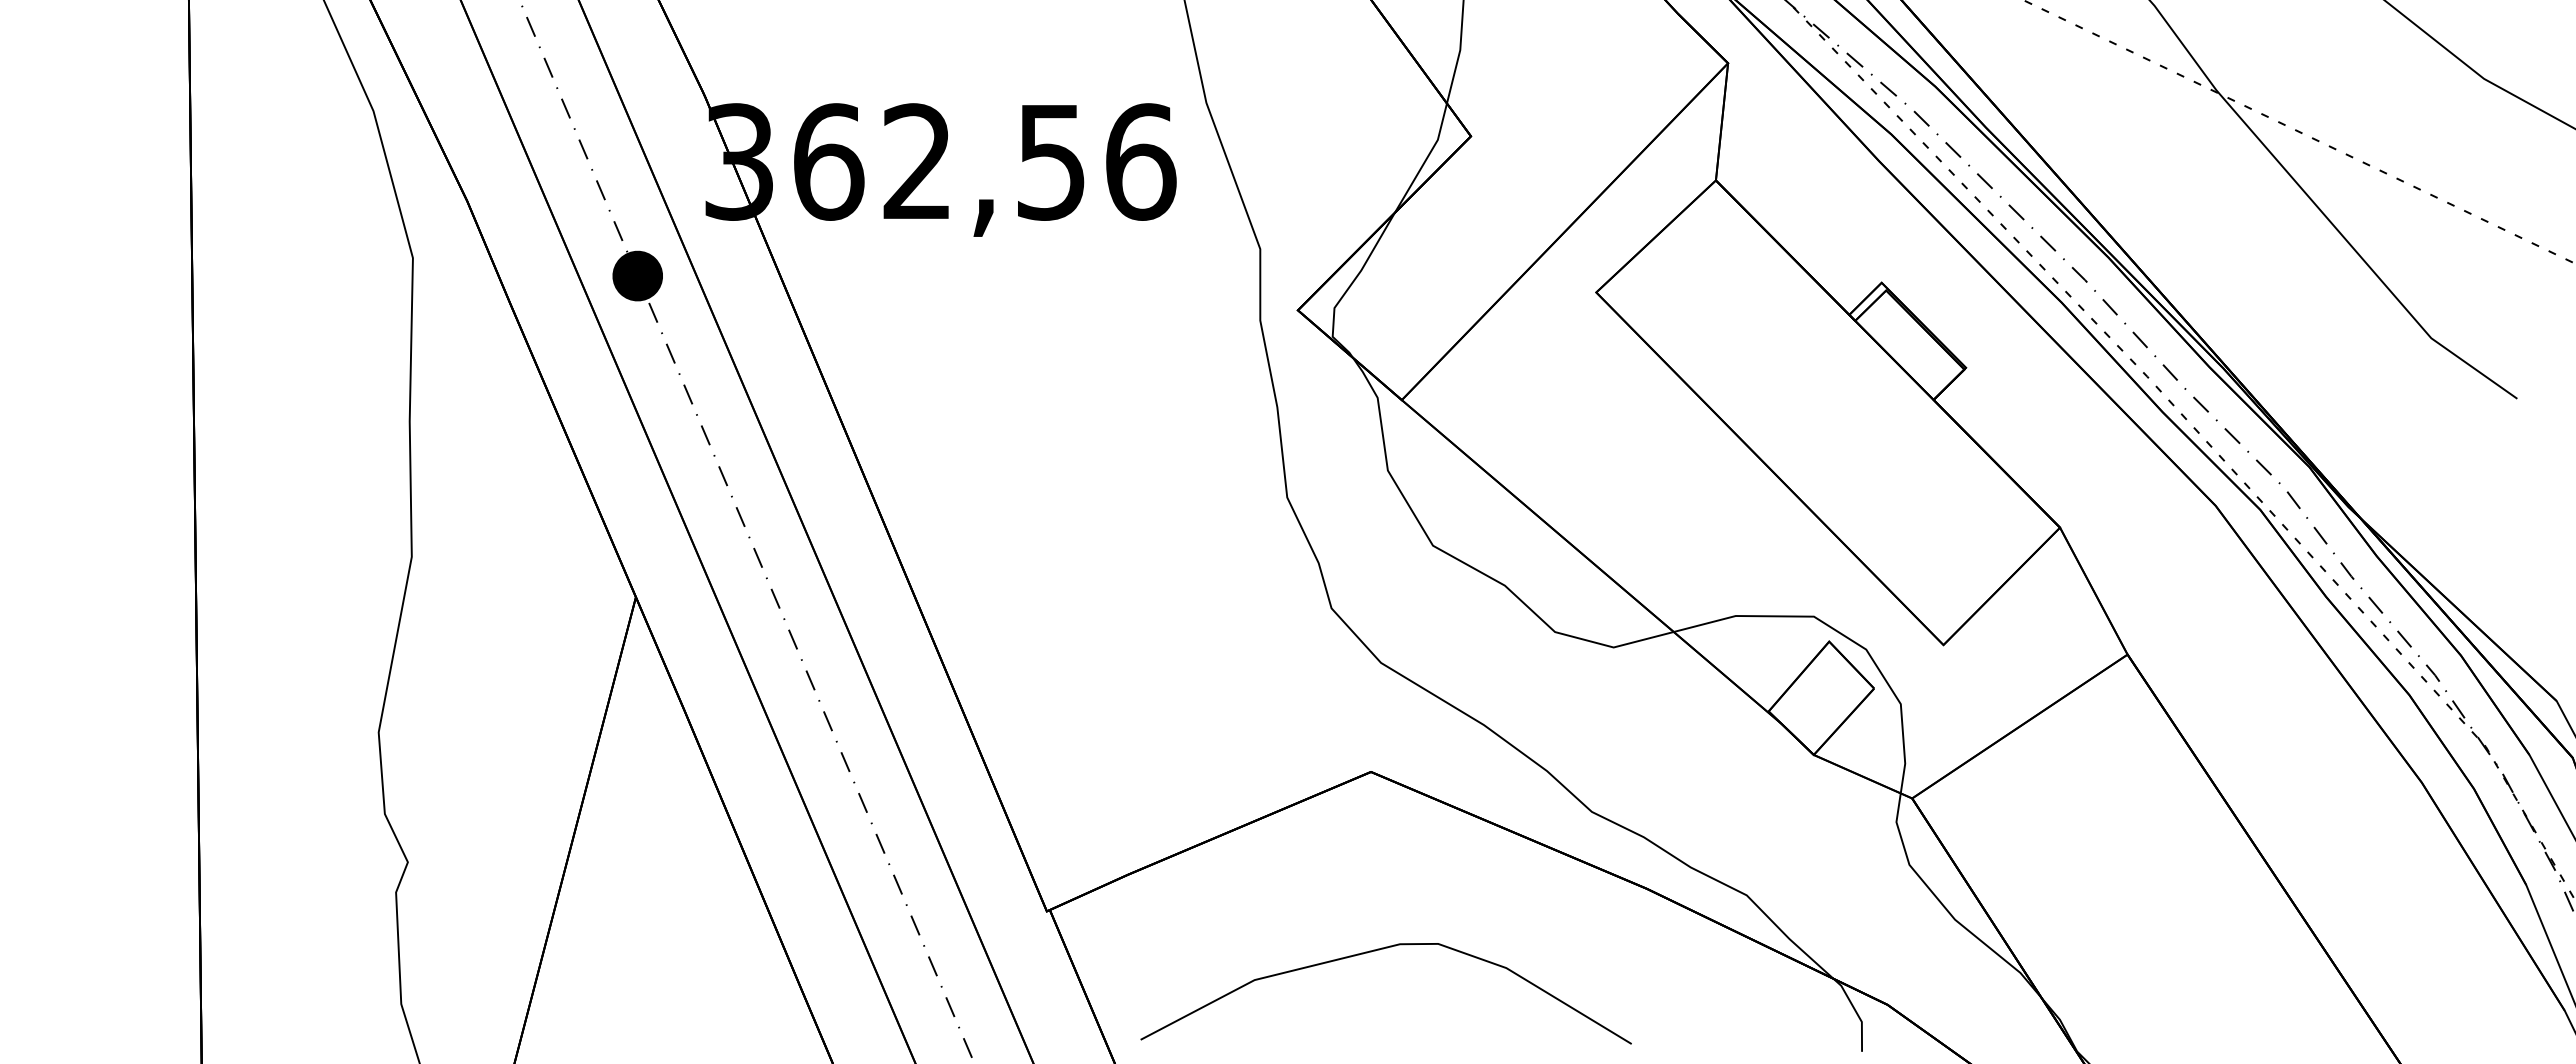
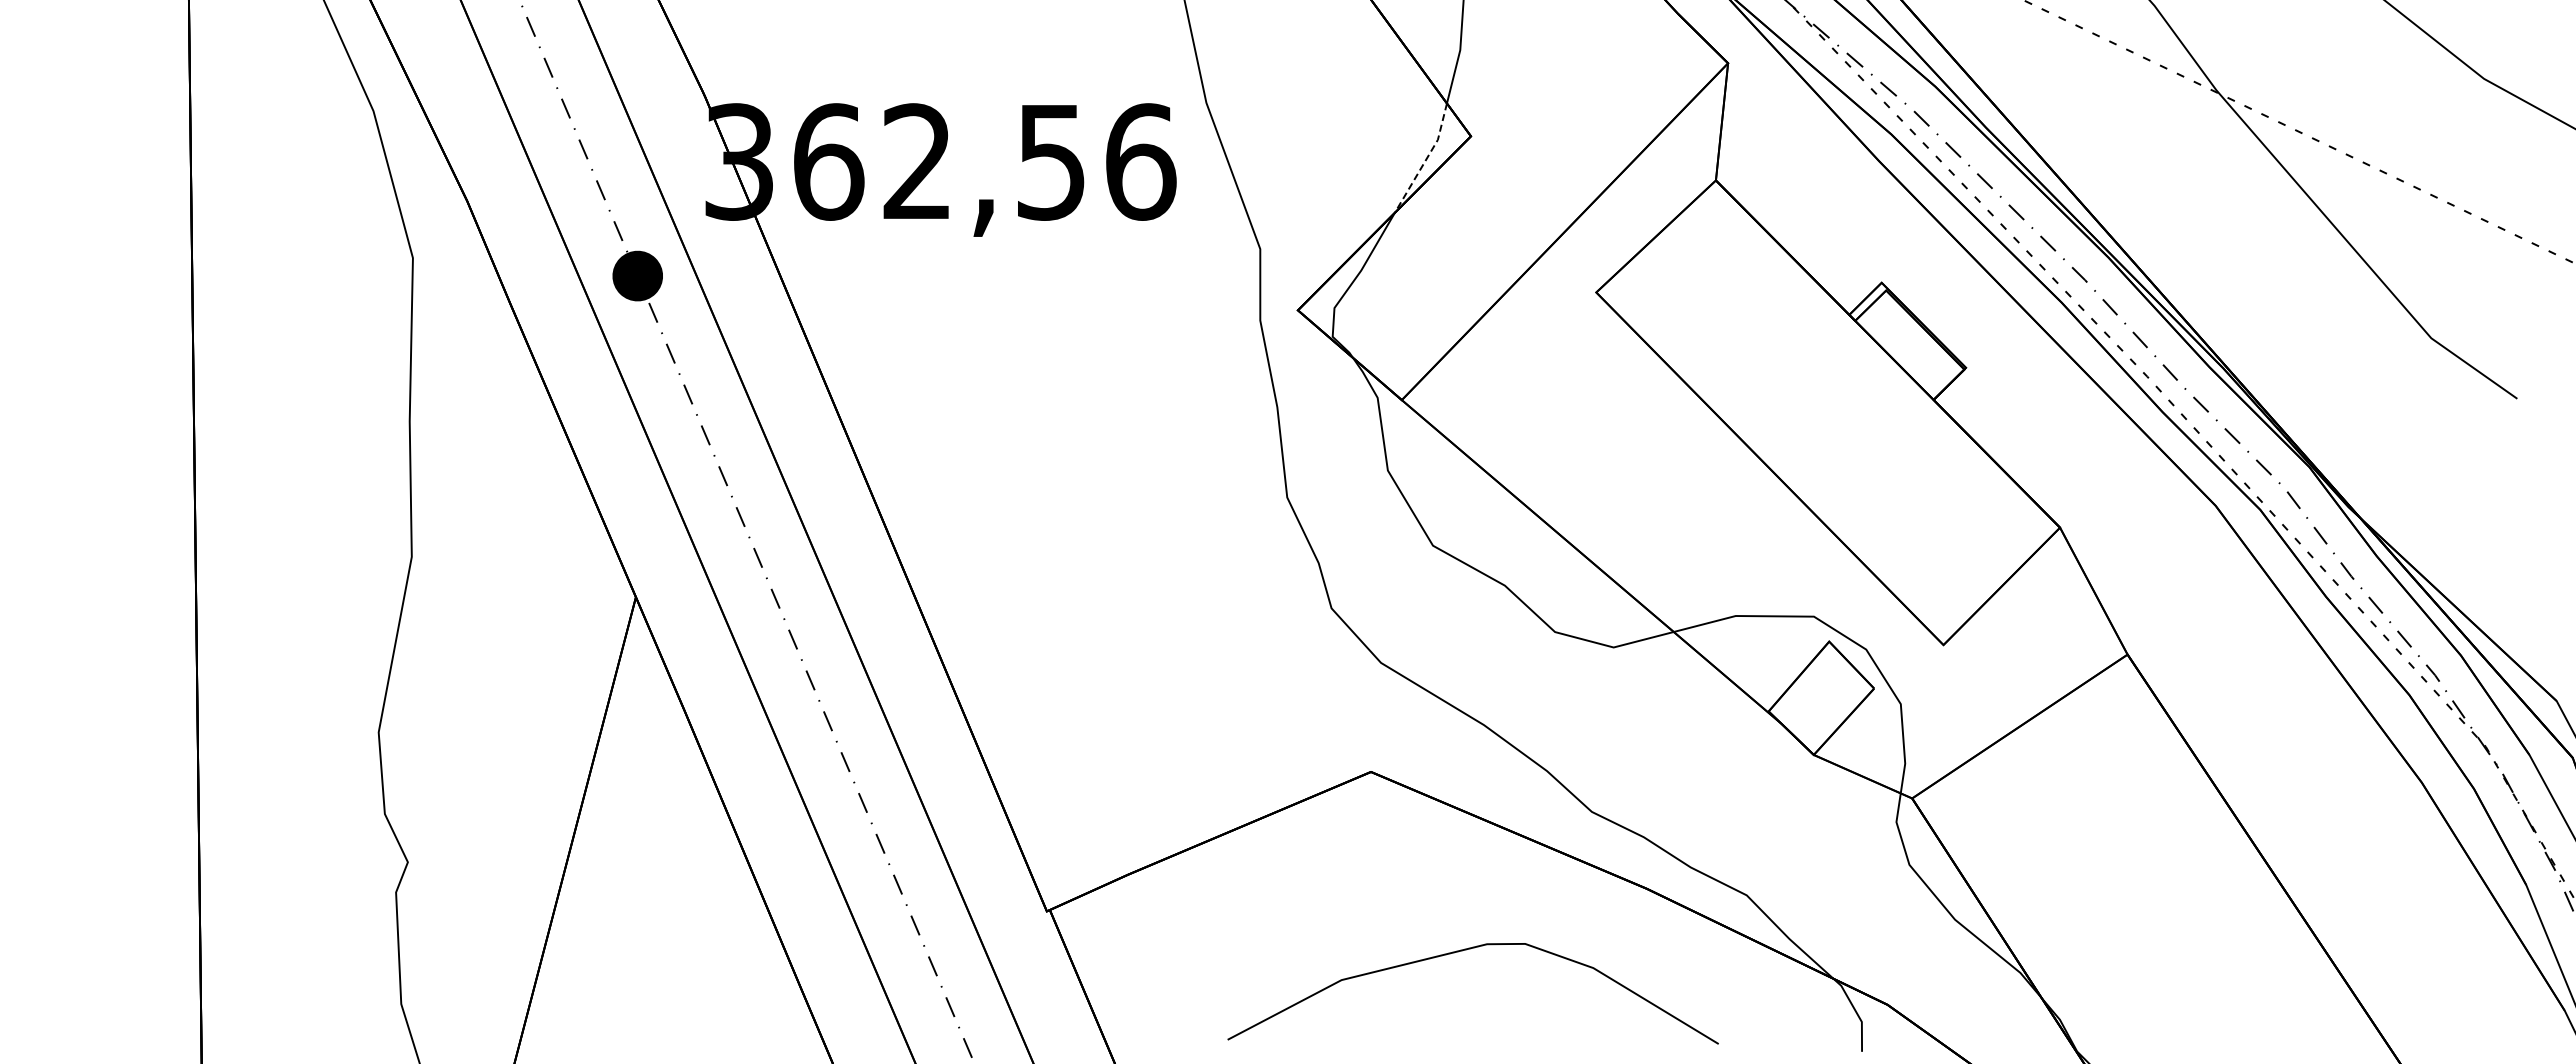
line at (1426, 159): solid -> dashed
curve at (1375, 951) position: (1375, 951) -> (1462, 951)
